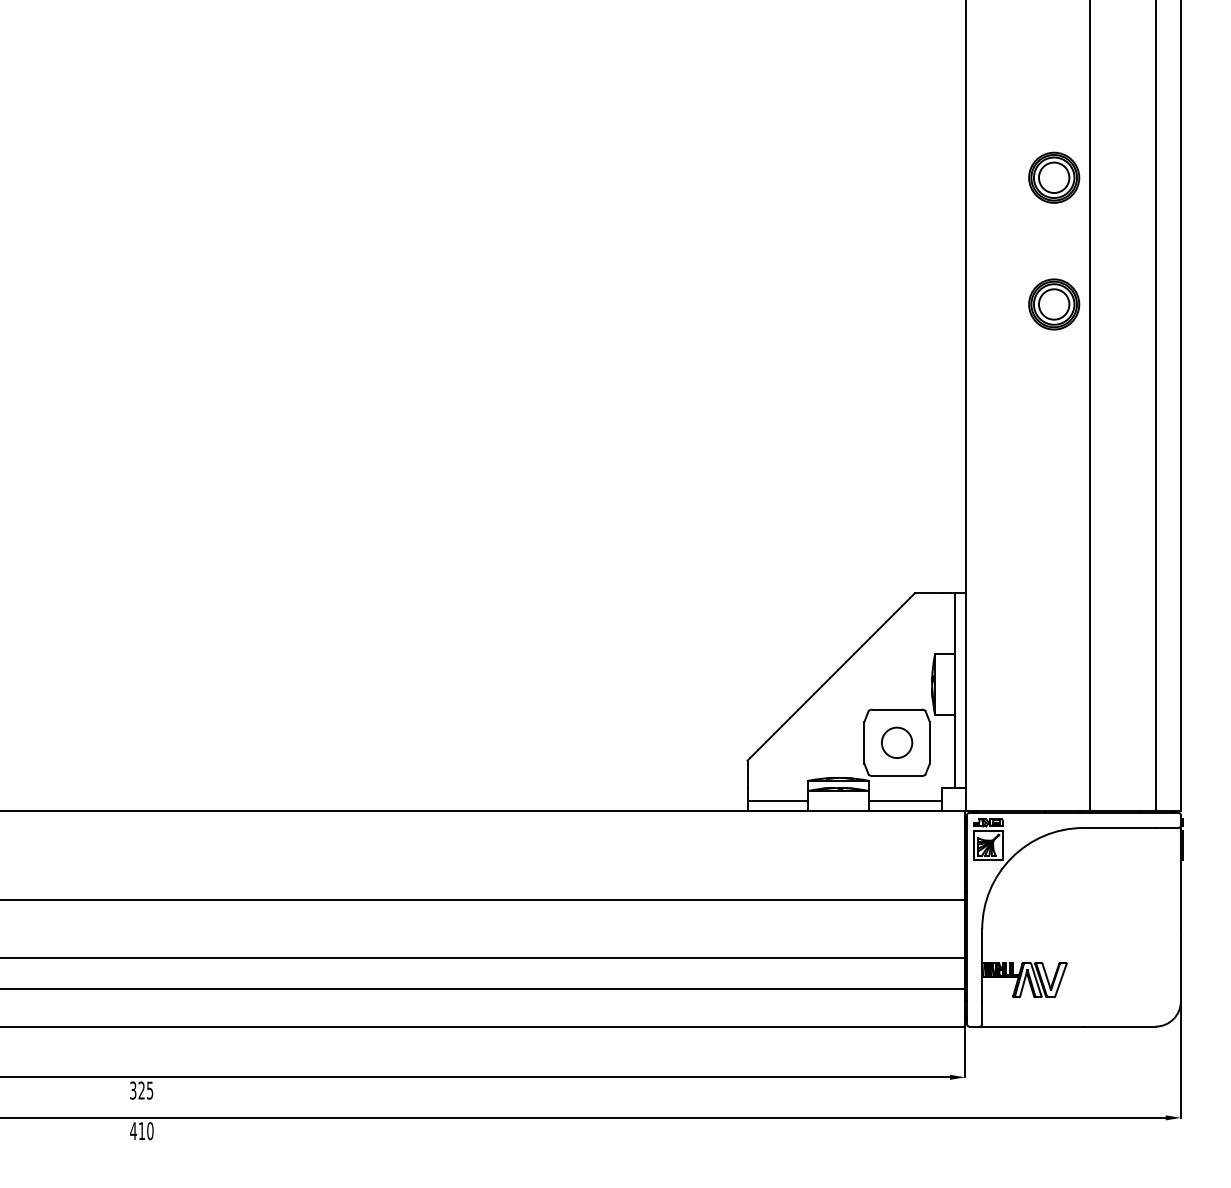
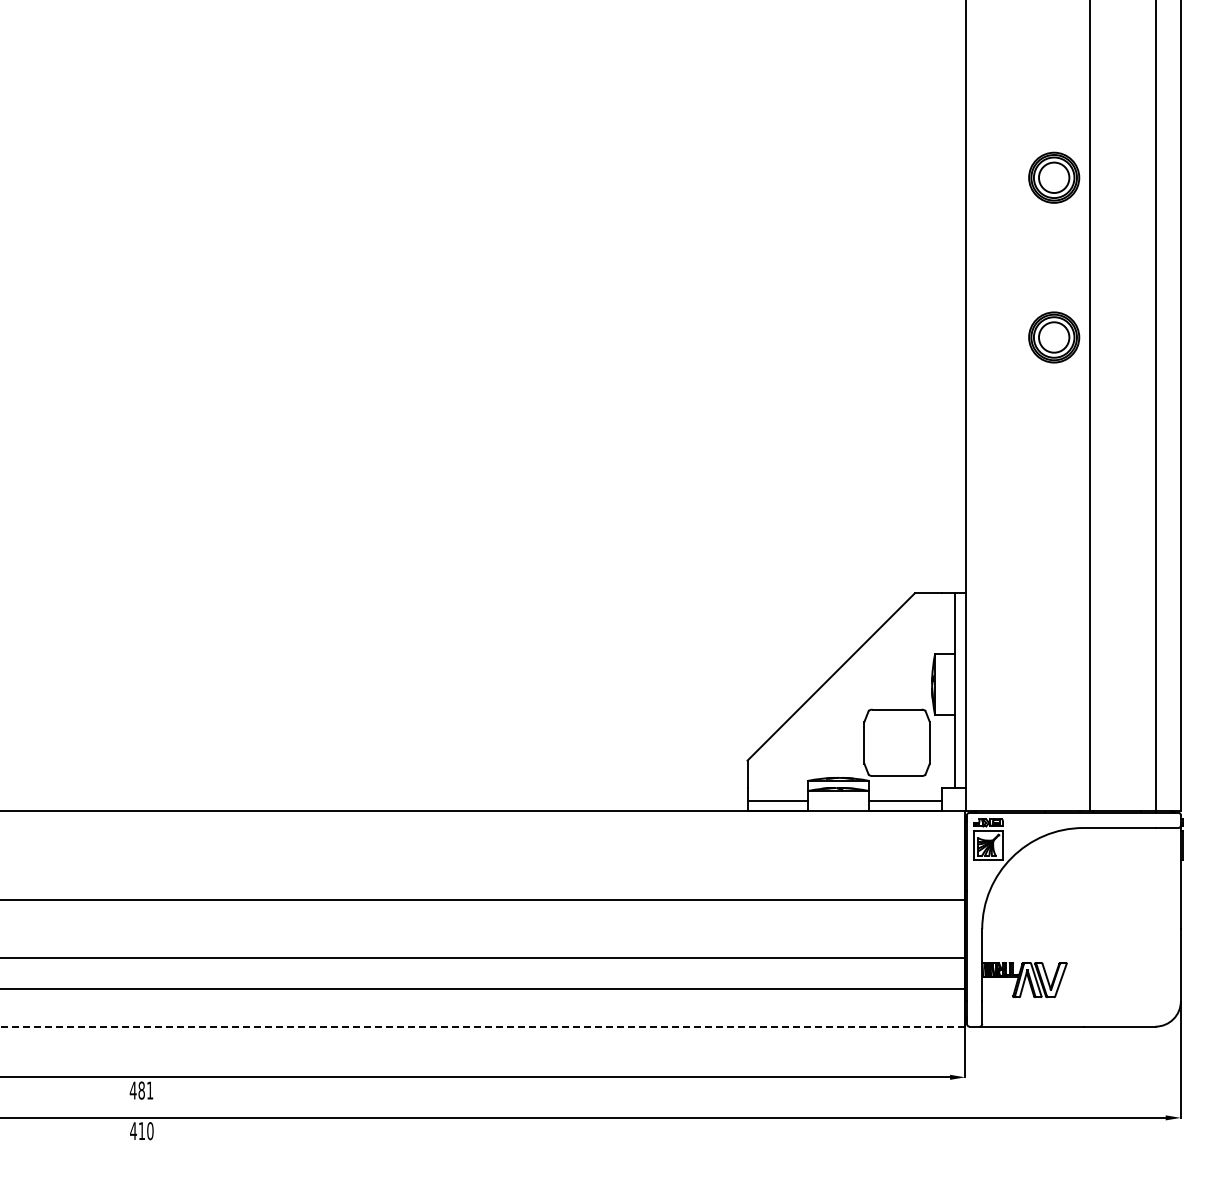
part at (1054, 304) position: (1054, 304) -> (1054, 337)
circle at (897, 742): present -> none
line at (482, 1026): solid -> dashed
text at (141, 1090): 325 -> 481
